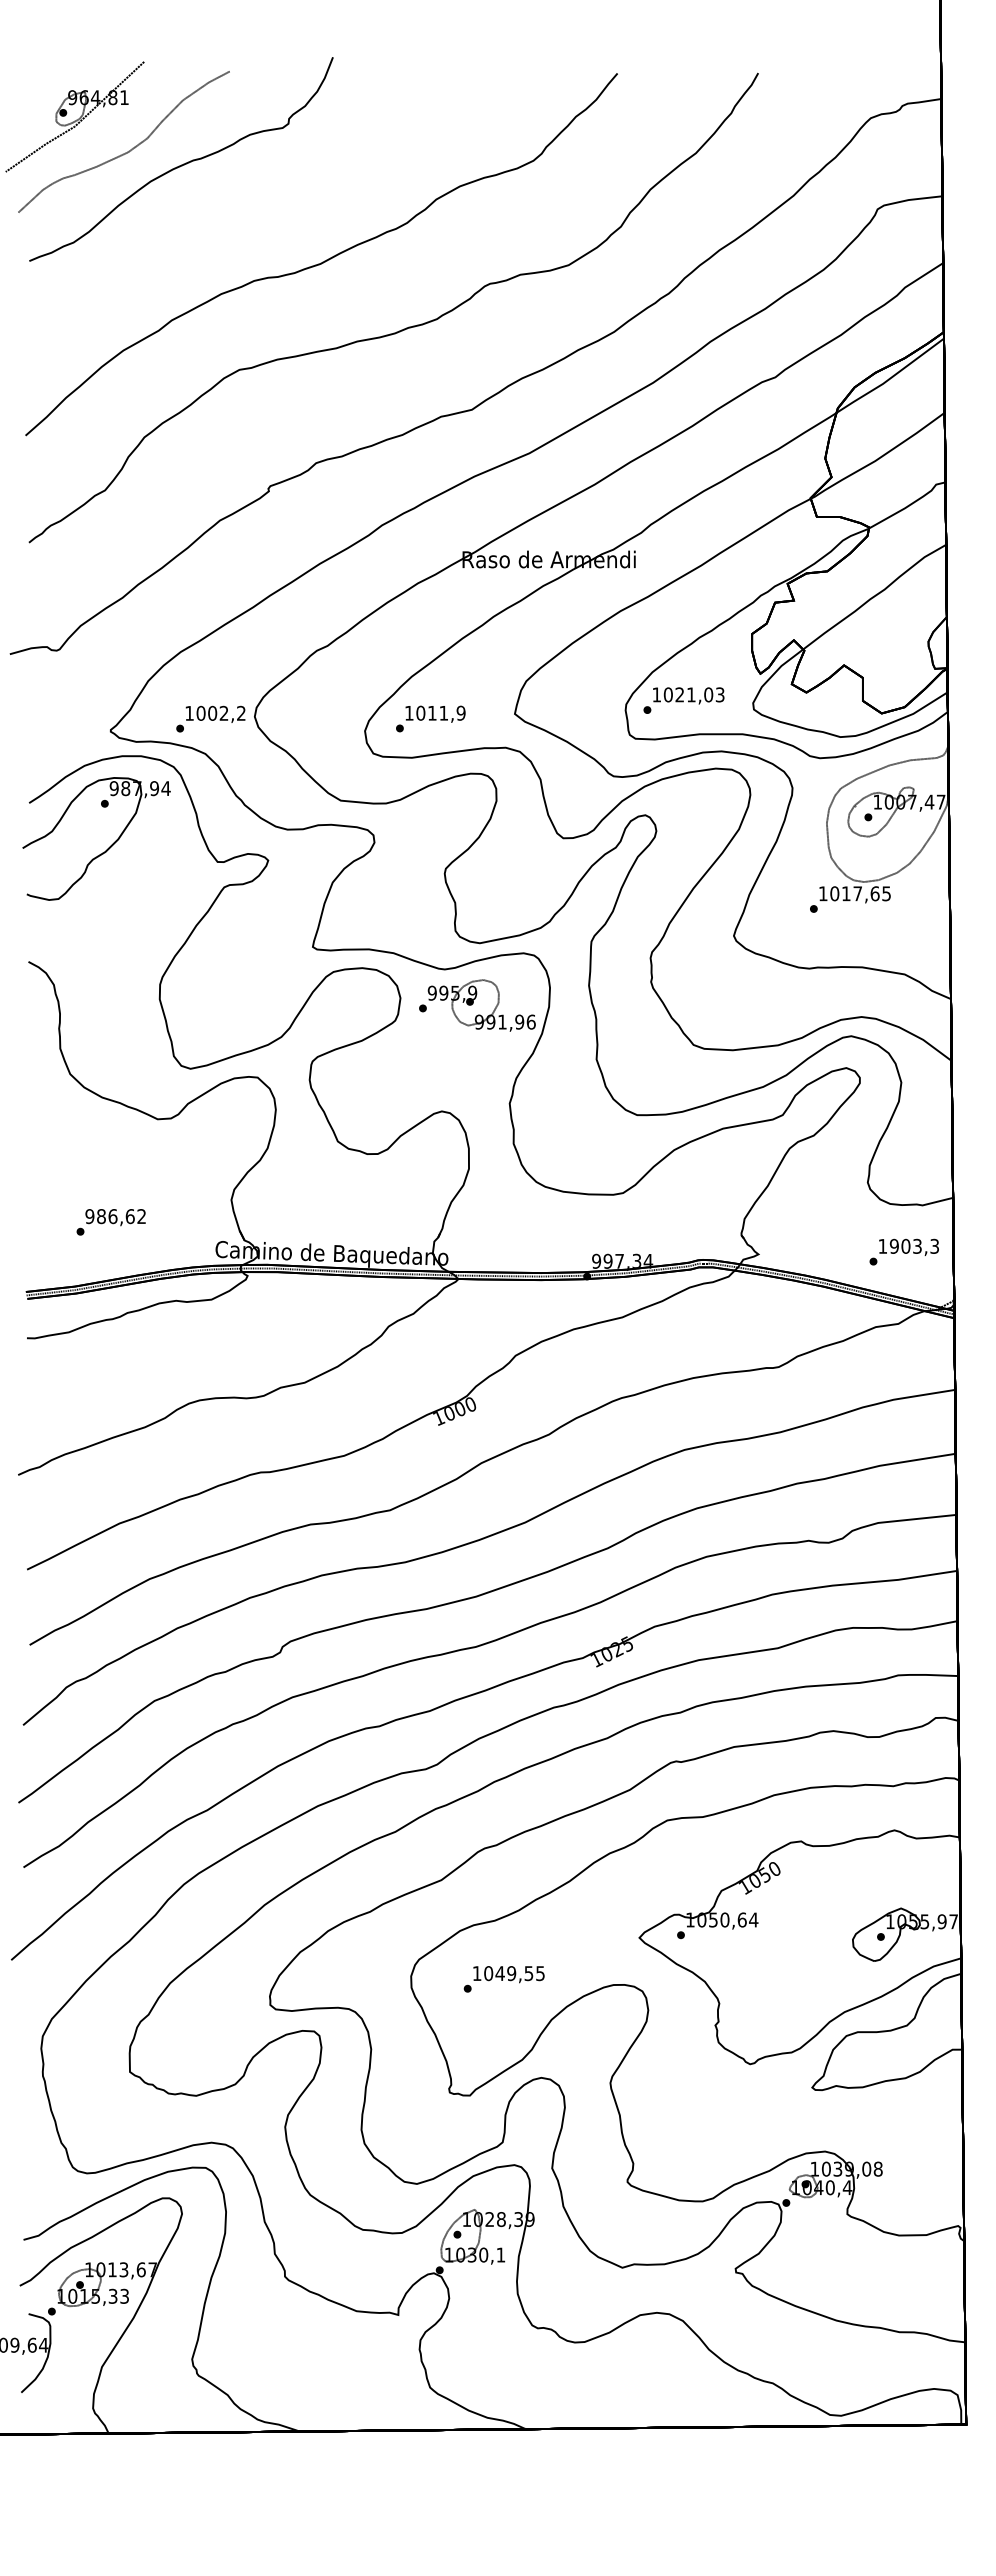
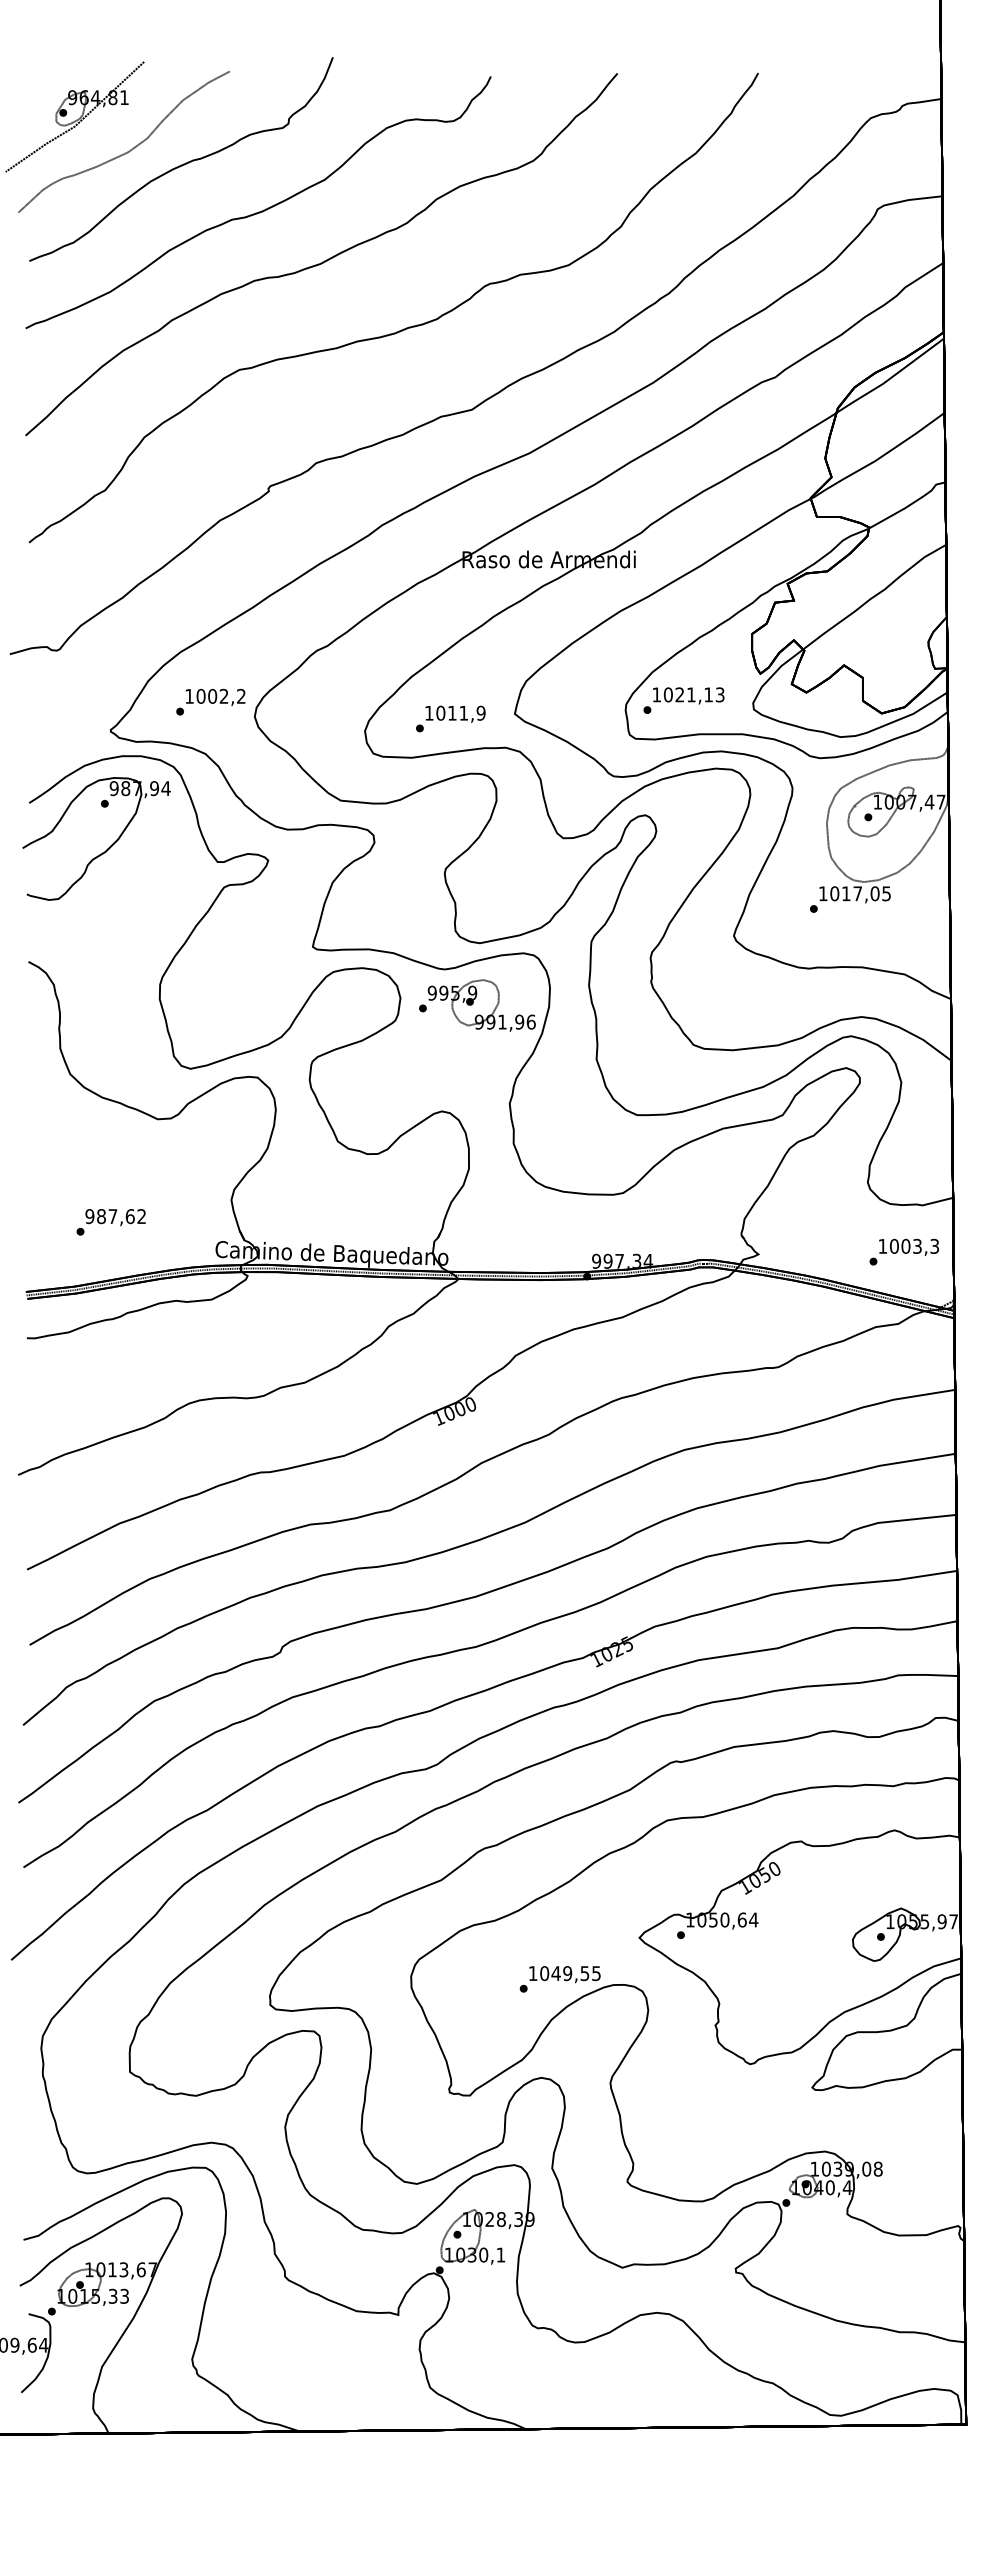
curve at (261, 210): none -> present
text at (708, 694): 1021,03 -> 1021,13
text at (210, 718) position: (210, 718) -> (210, 701)
text at (430, 718) position: (430, 718) -> (450, 718)
text at (874, 893): 1017,65 -> 1017,05
text at (112, 1216): 986,62 -> 987,62
text at (893, 1246): 1903,3 -> 1003,3
text at (503, 1979) position: (503, 1979) -> (559, 1979)
